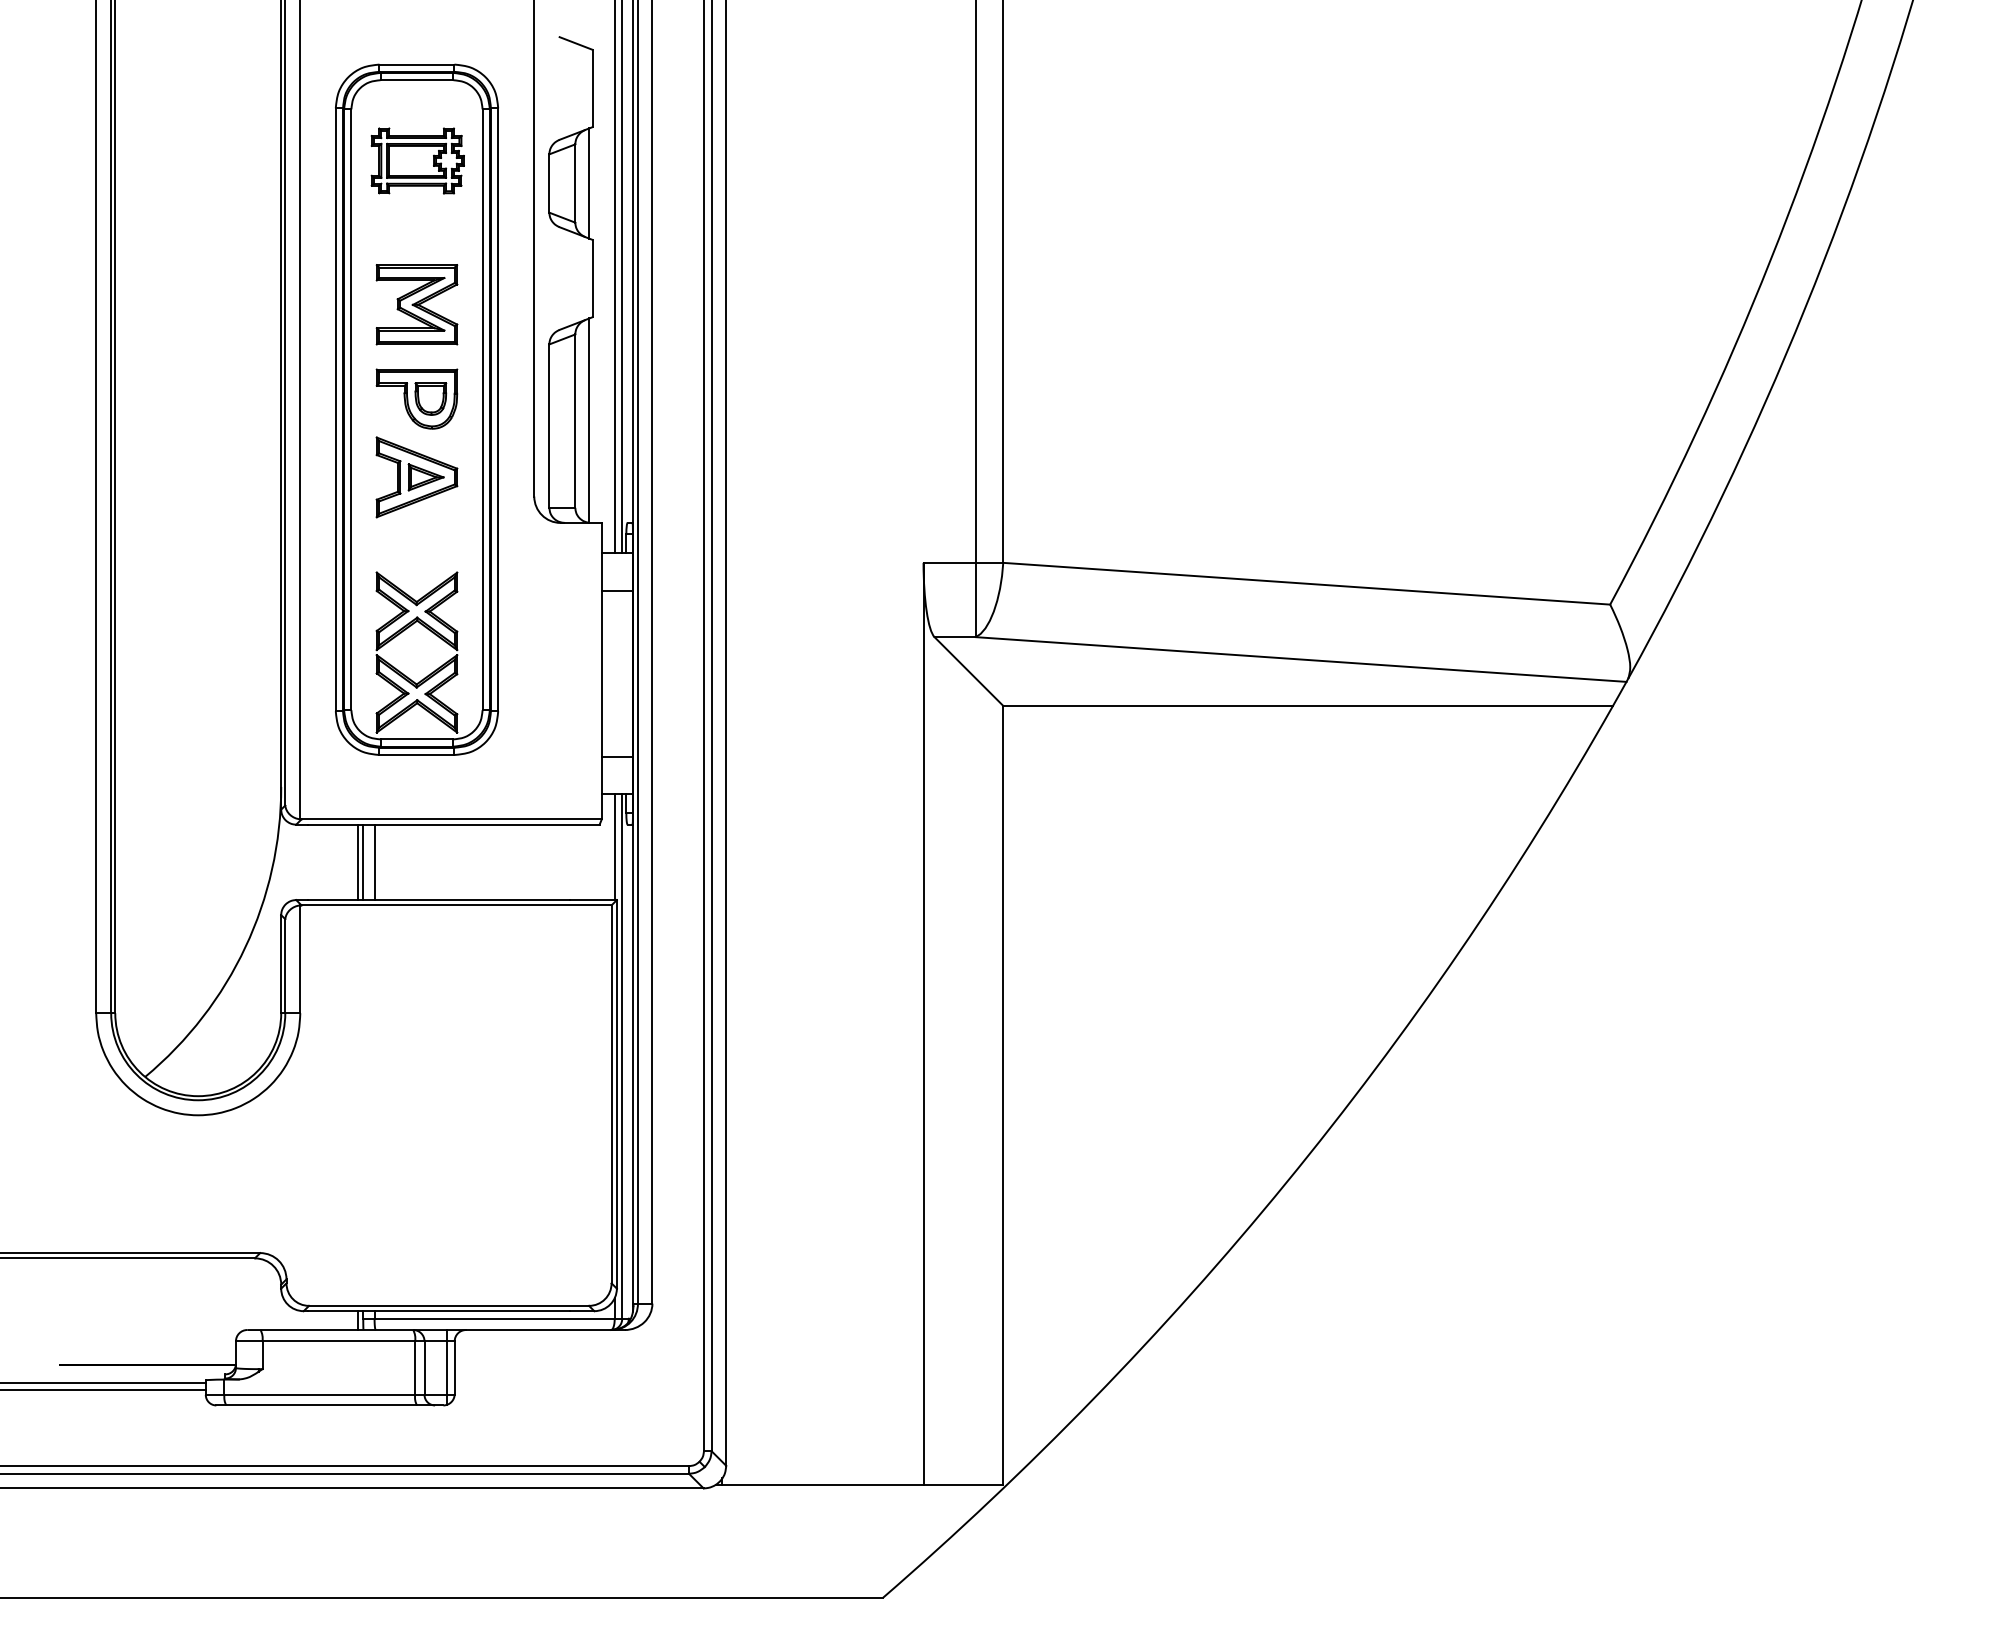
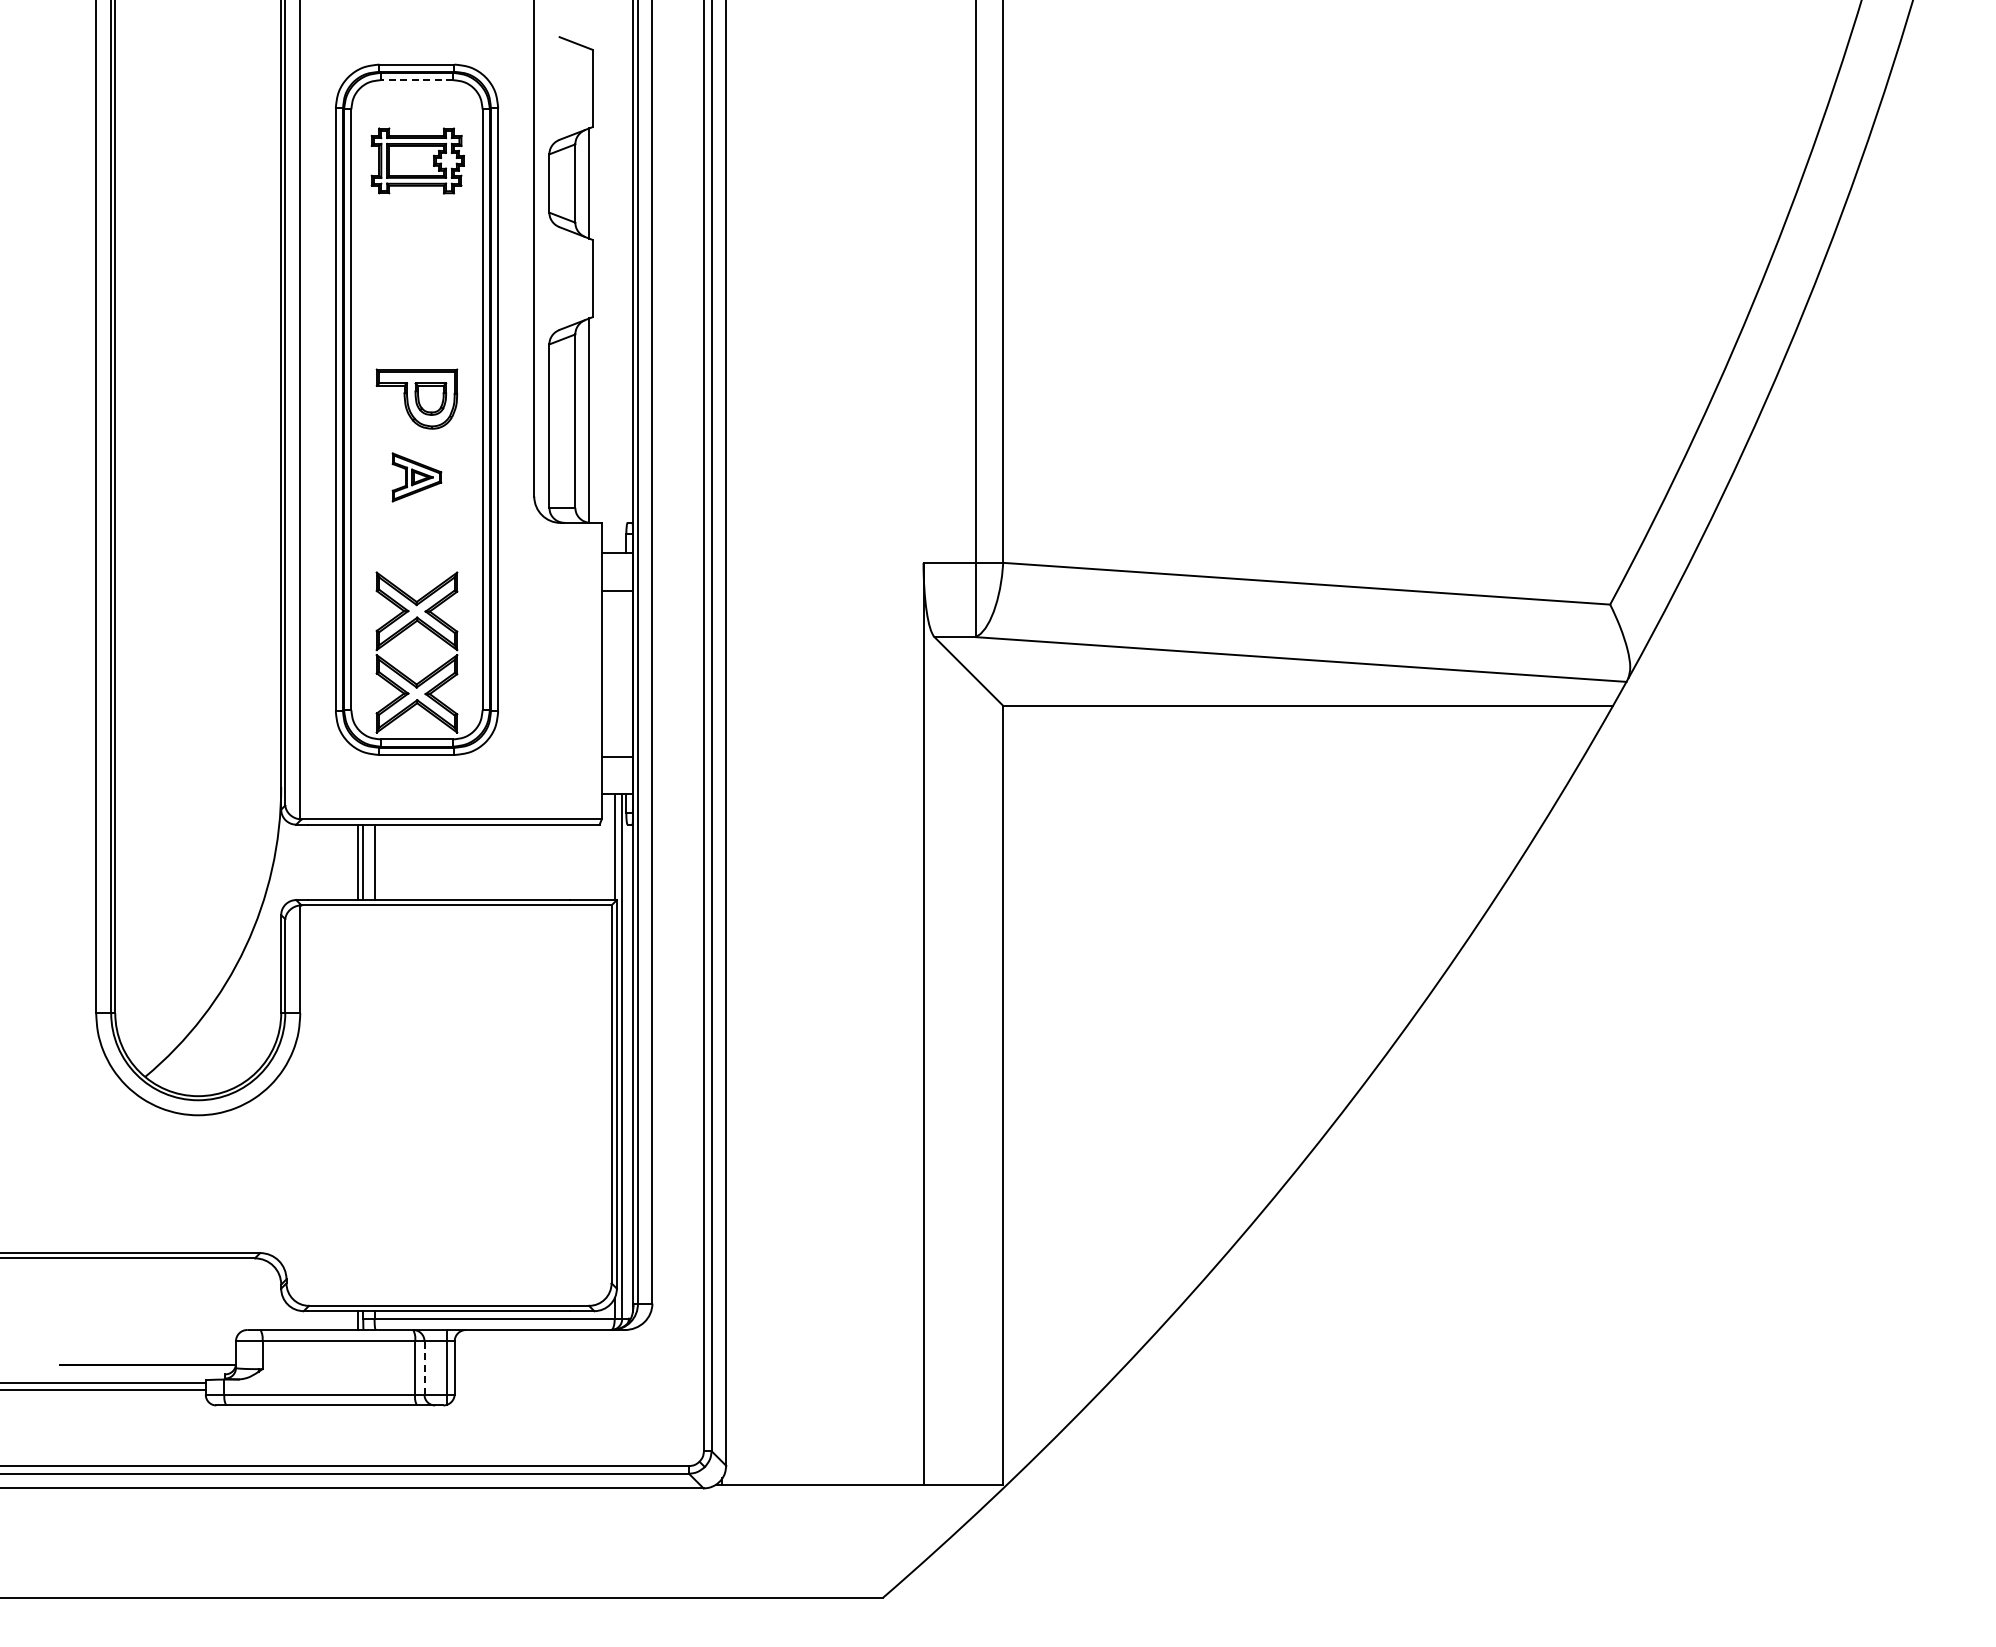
line at (416, 80): solid -> dashed
line at (614, 277): present -> none
line at (622, 277): present -> none
part at (416, 304): present -> none
part at (416, 477) size: 84x83 px -> 52x51 px
line at (424, 1368): solid -> dashed
